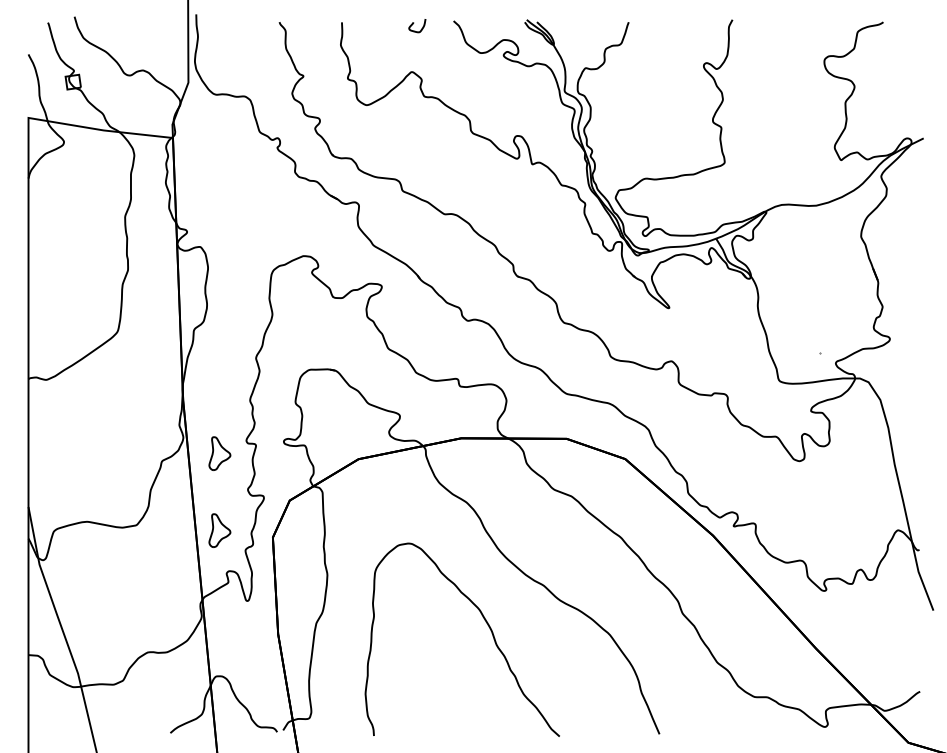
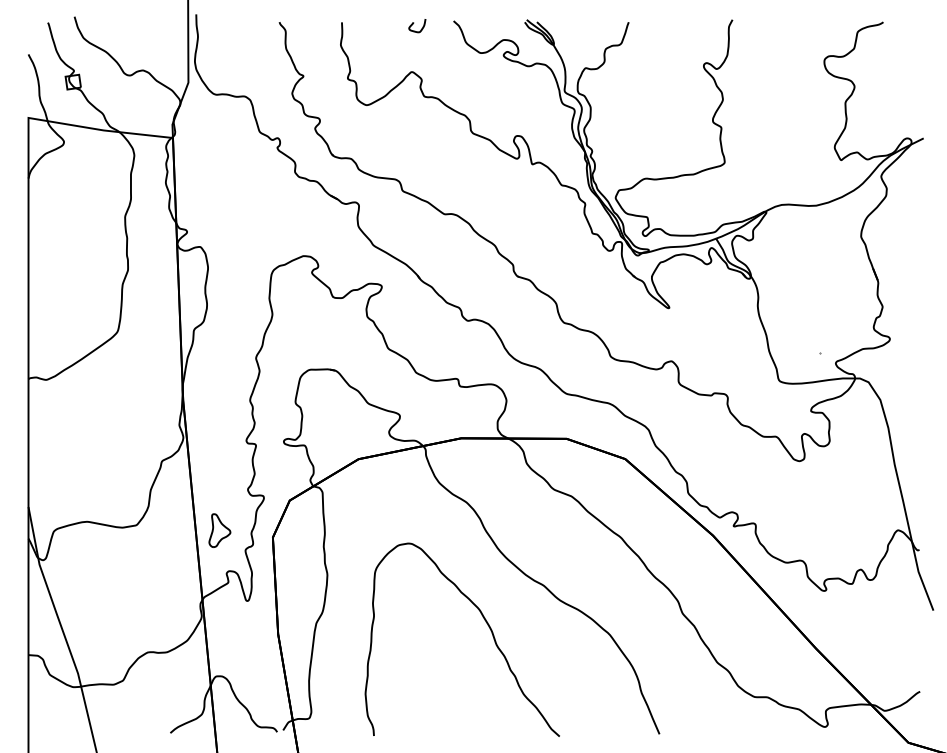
part at (219, 453): present -> none
